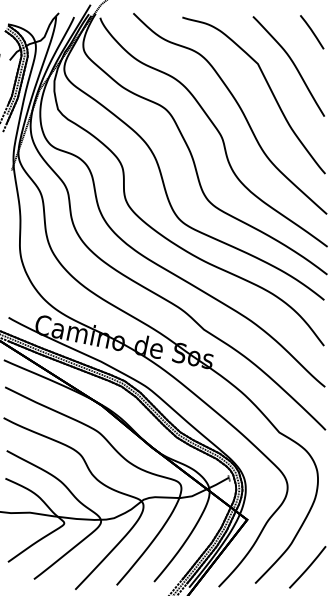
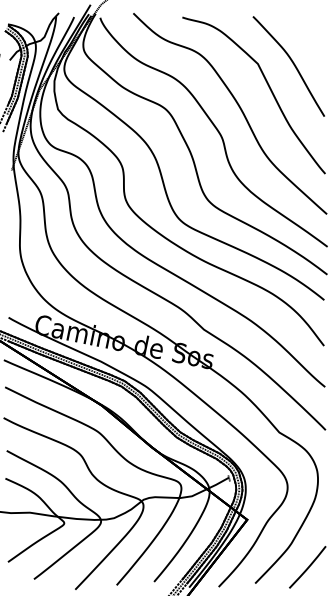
line at (312, 32): present -> none
